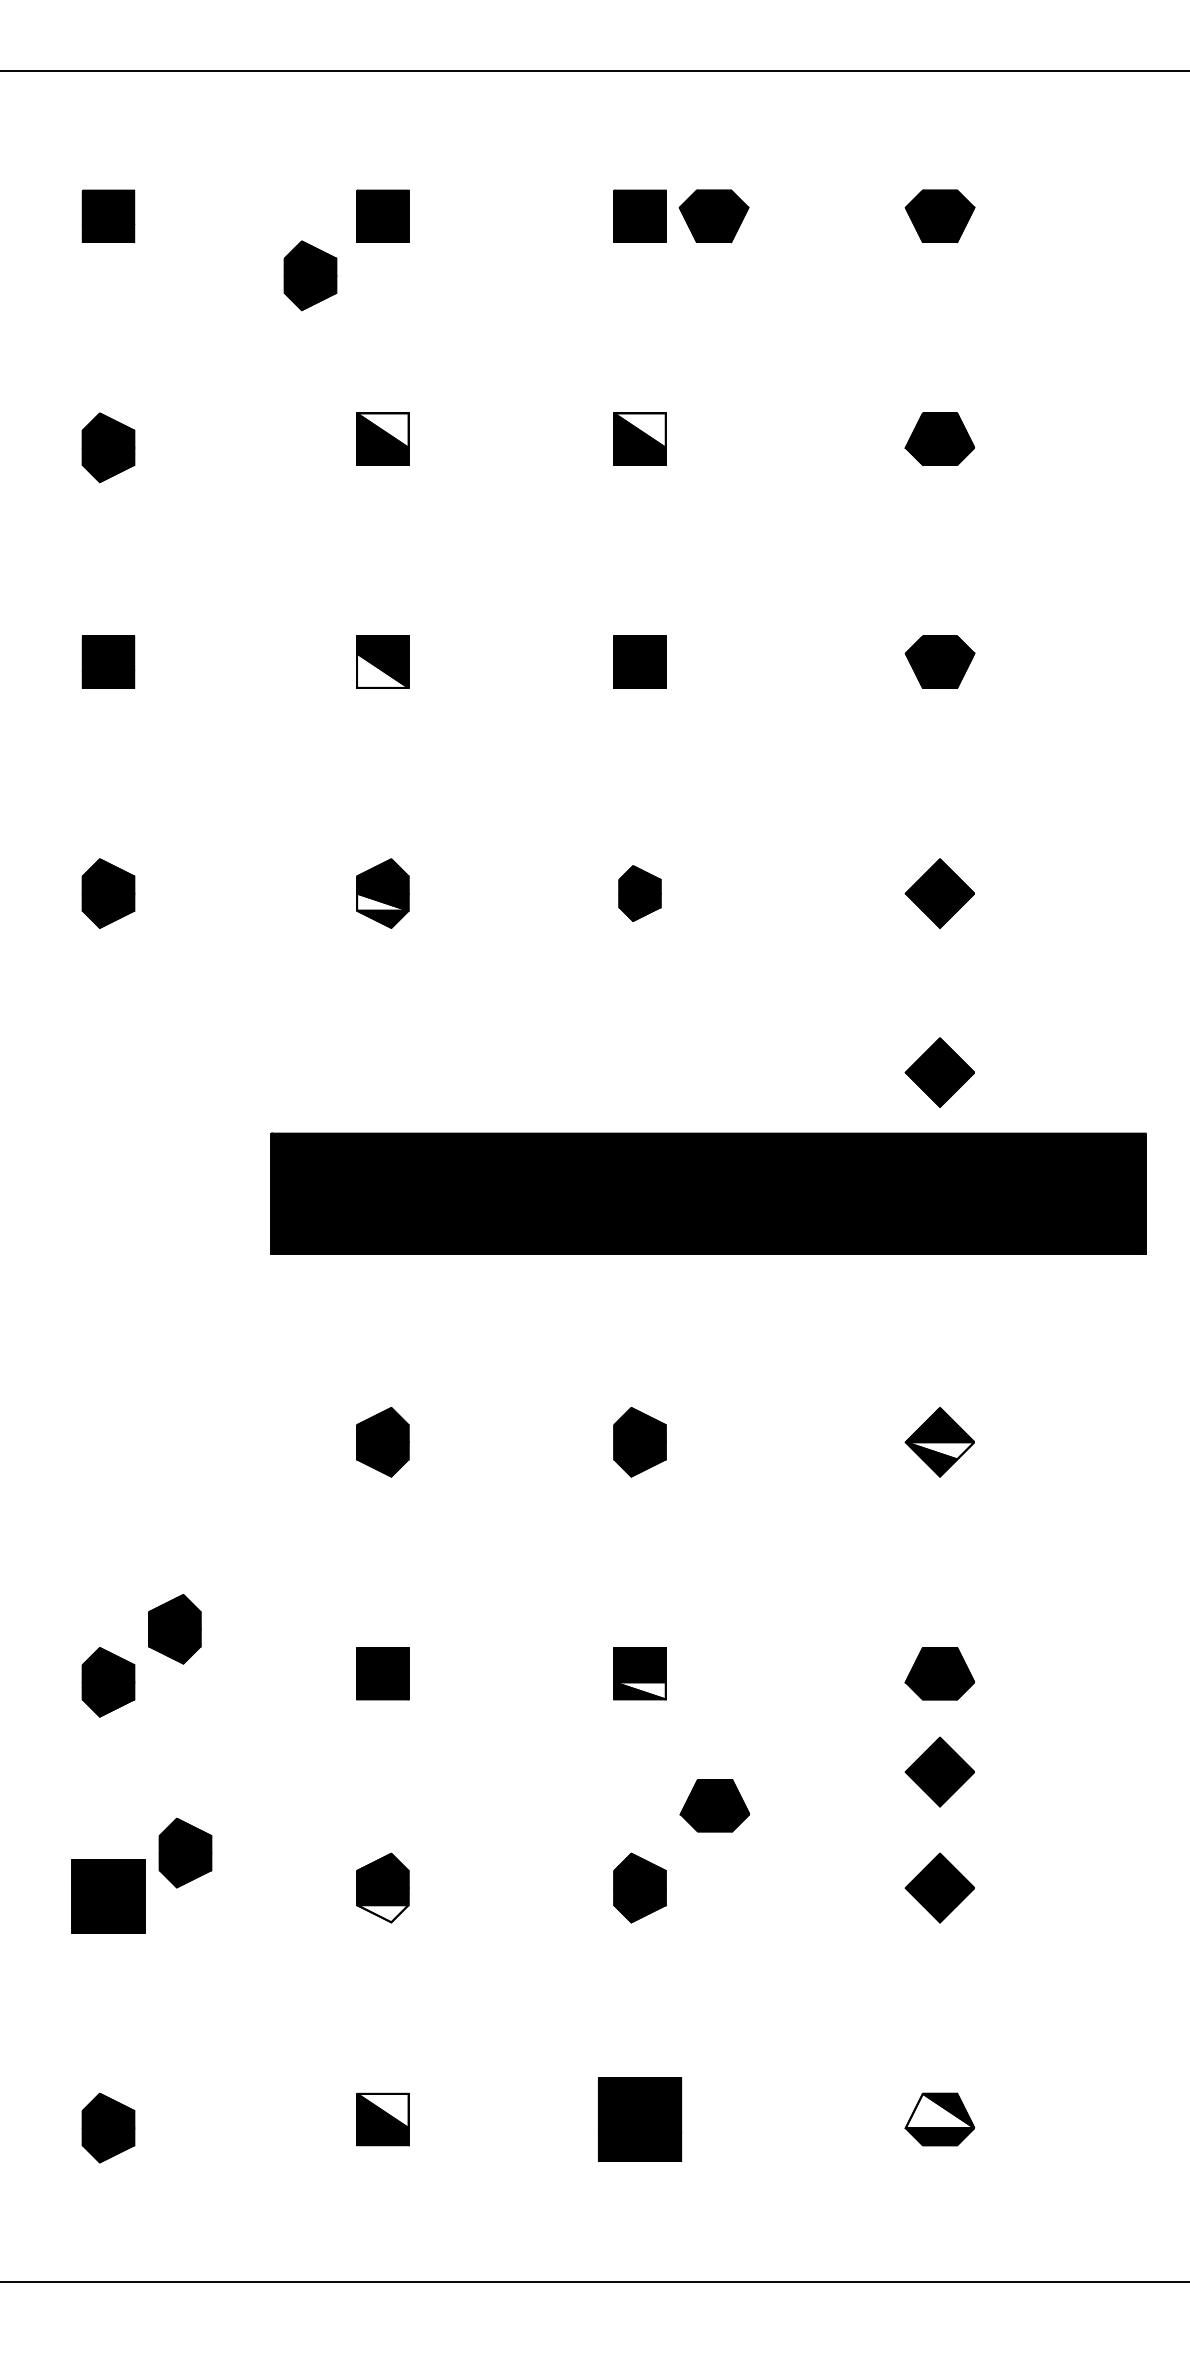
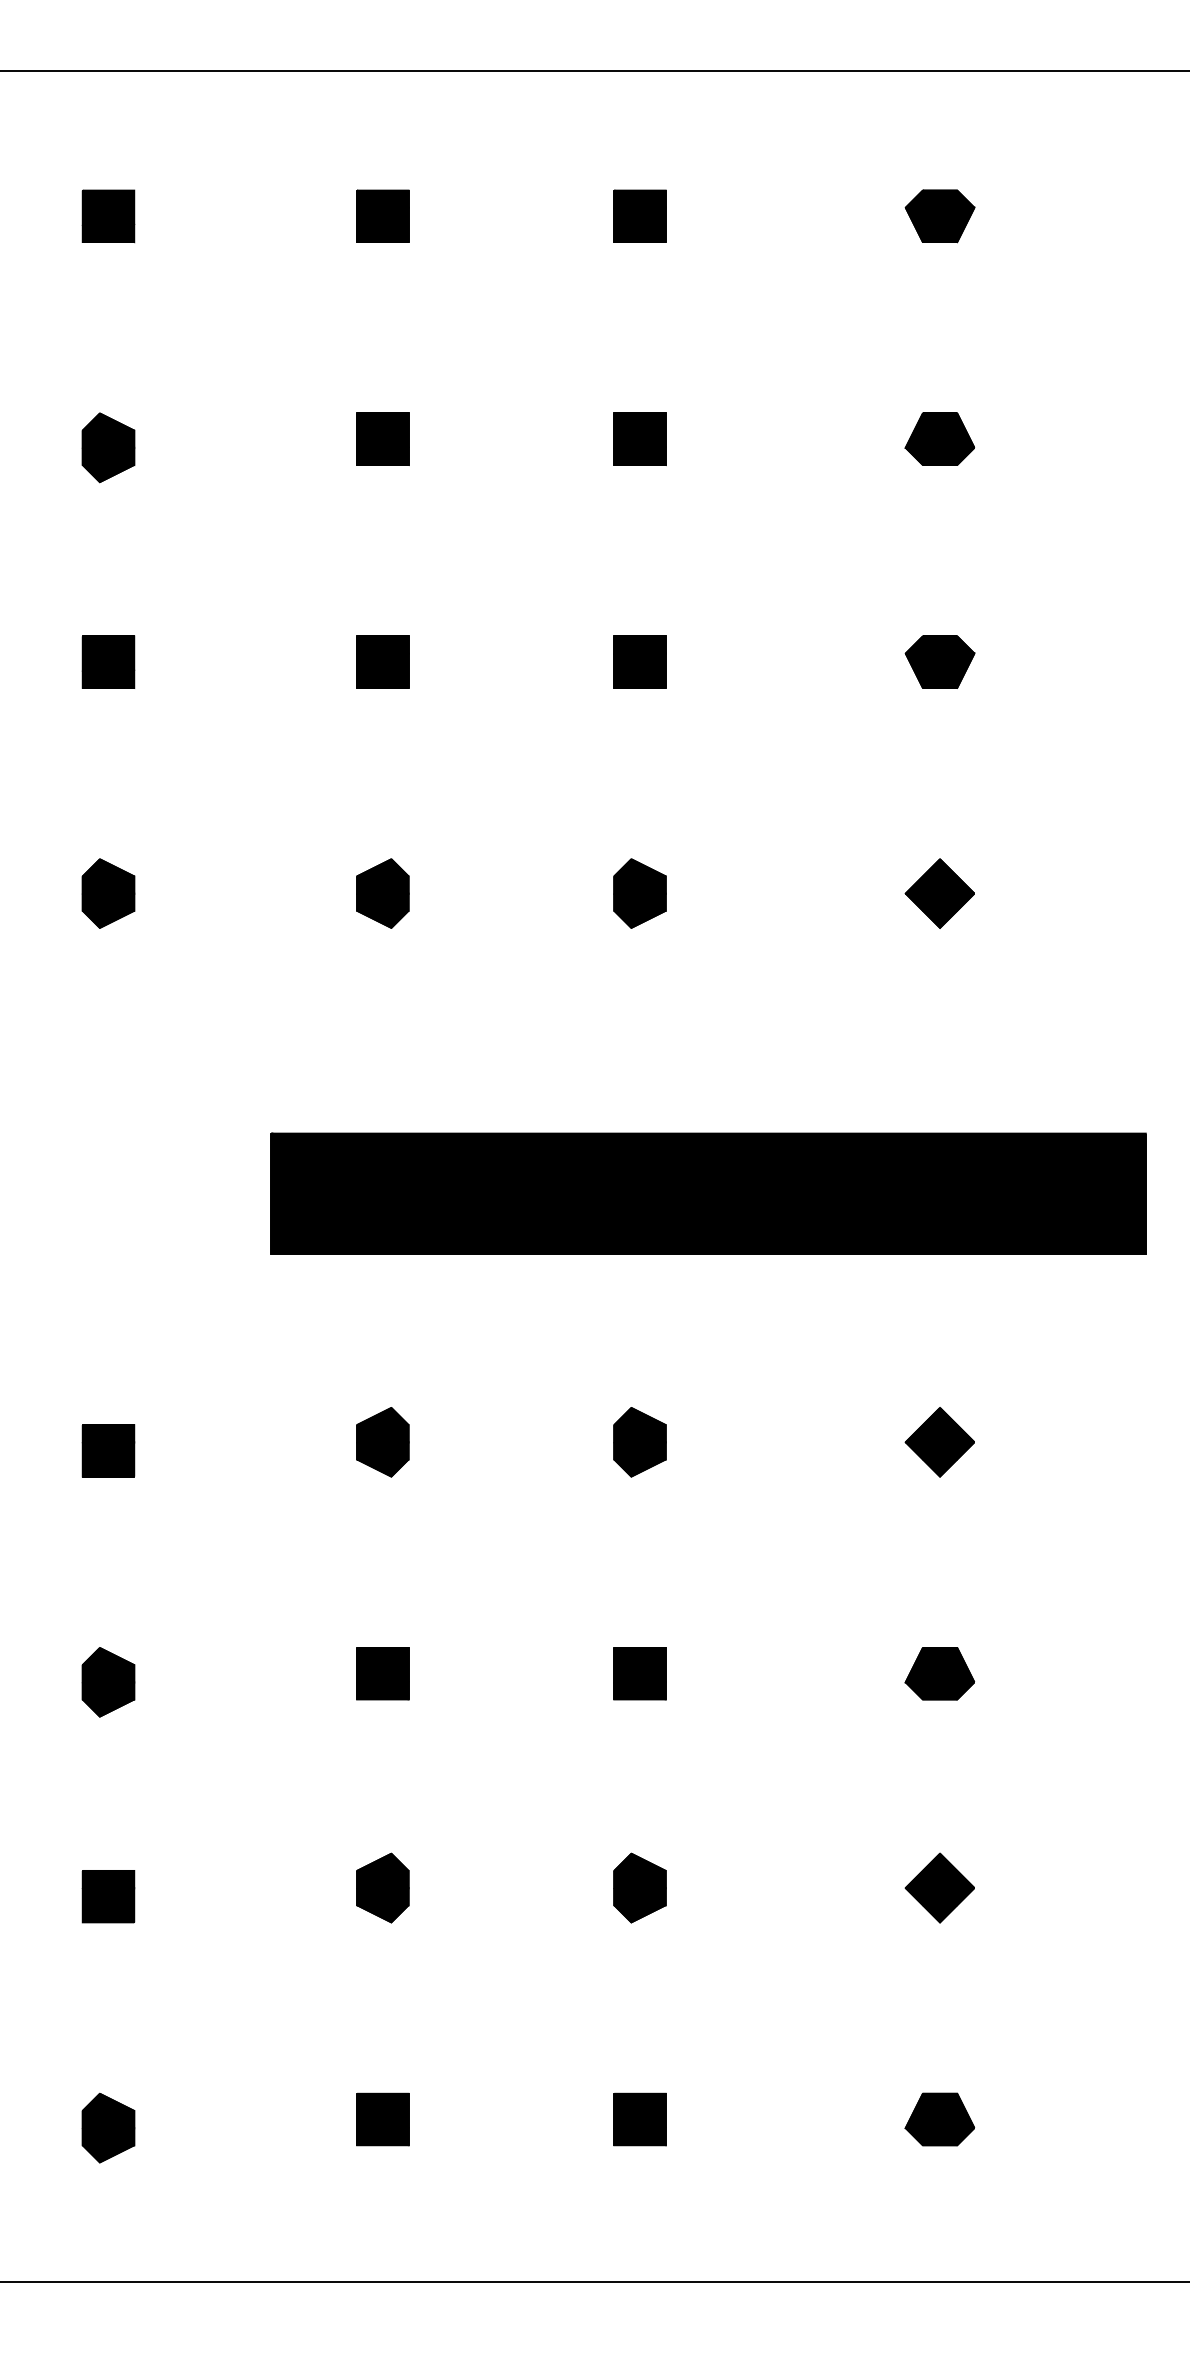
part at (713, 216): present -> none
part at (310, 275): present -> none
fill at (382, 430): none -> present
fill at (639, 430): none -> present
fill at (382, 670): none -> present
part at (639, 893) size: 44x57 px -> 54x71 px
fill at (382, 901): none -> present
part at (939, 1072): present -> none
part at (108, 1450): none -> present
fill at (939, 1450): none -> present
part at (174, 1629): present -> none
fill at (639, 1690): none -> present
part at (939, 1771): present -> none
part at (714, 1805): present -> none
part at (185, 1852): present -> none
part at (108, 1896) size: 75x75 px -> 55x54 px
fill at (382, 1913): none -> present
fill at (382, 2110): none -> present
fill at (939, 2110): none -> present
part at (639, 2119) size: 86x85 px -> 54x55 px
